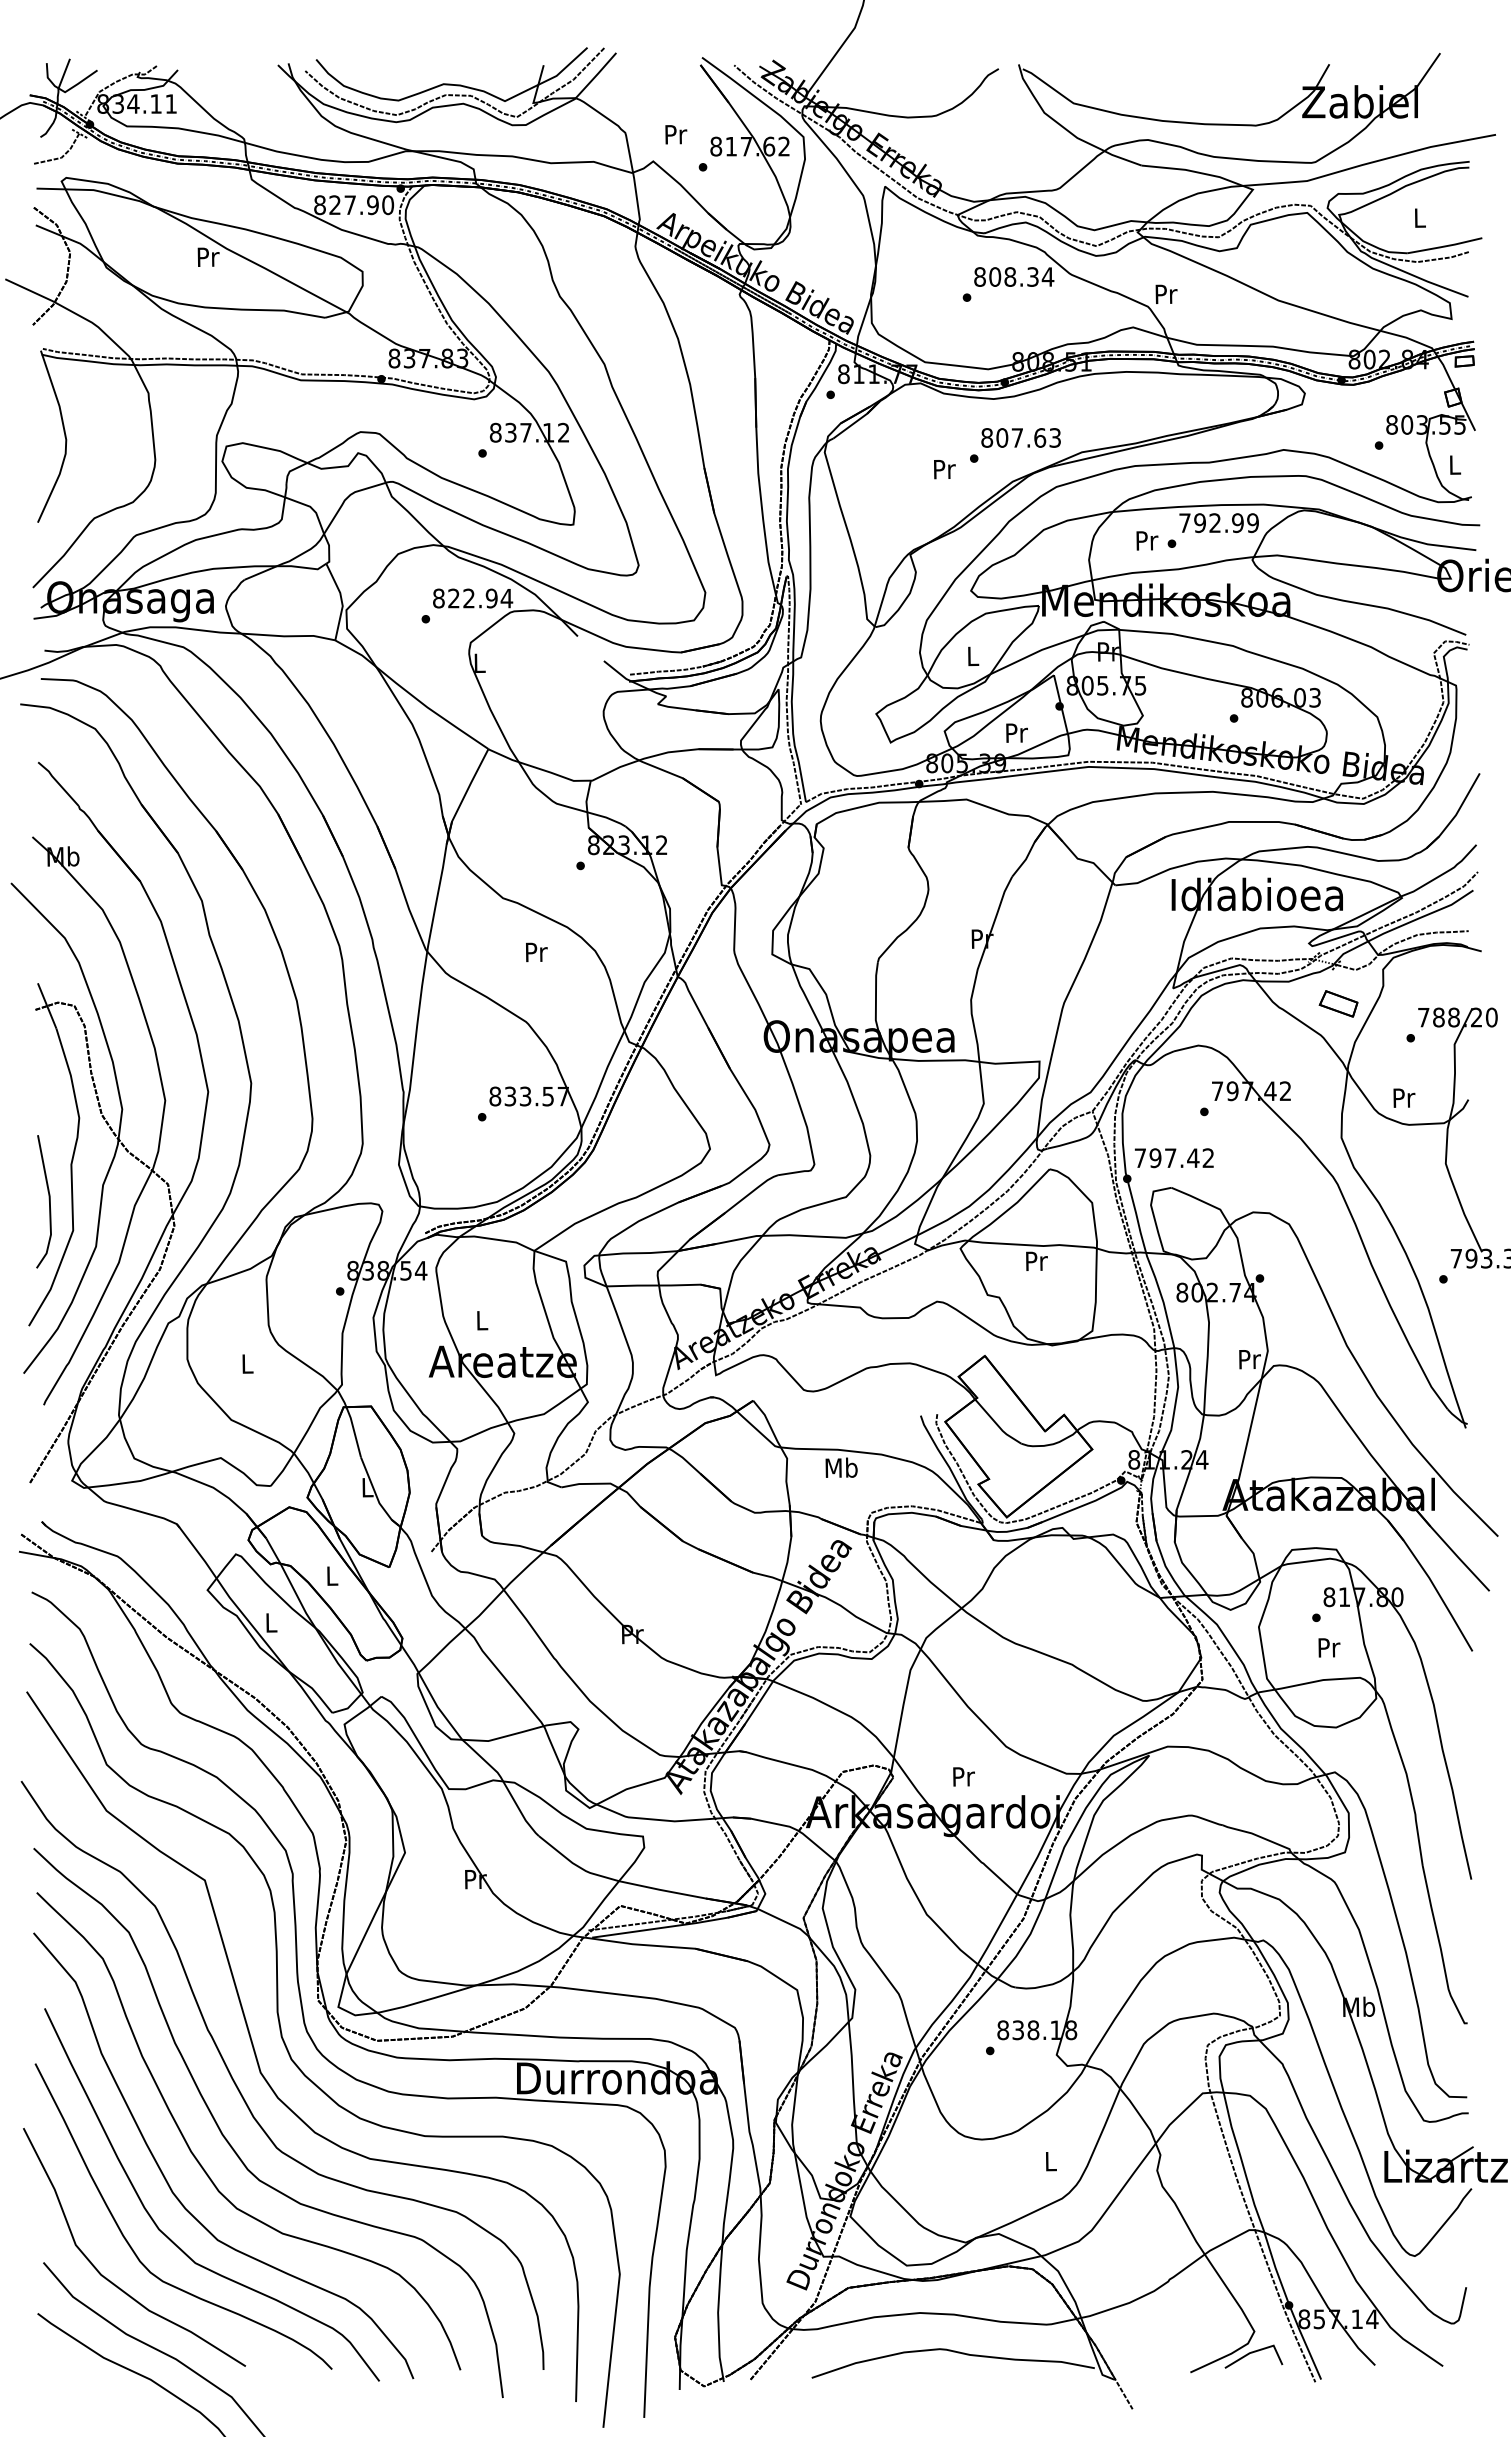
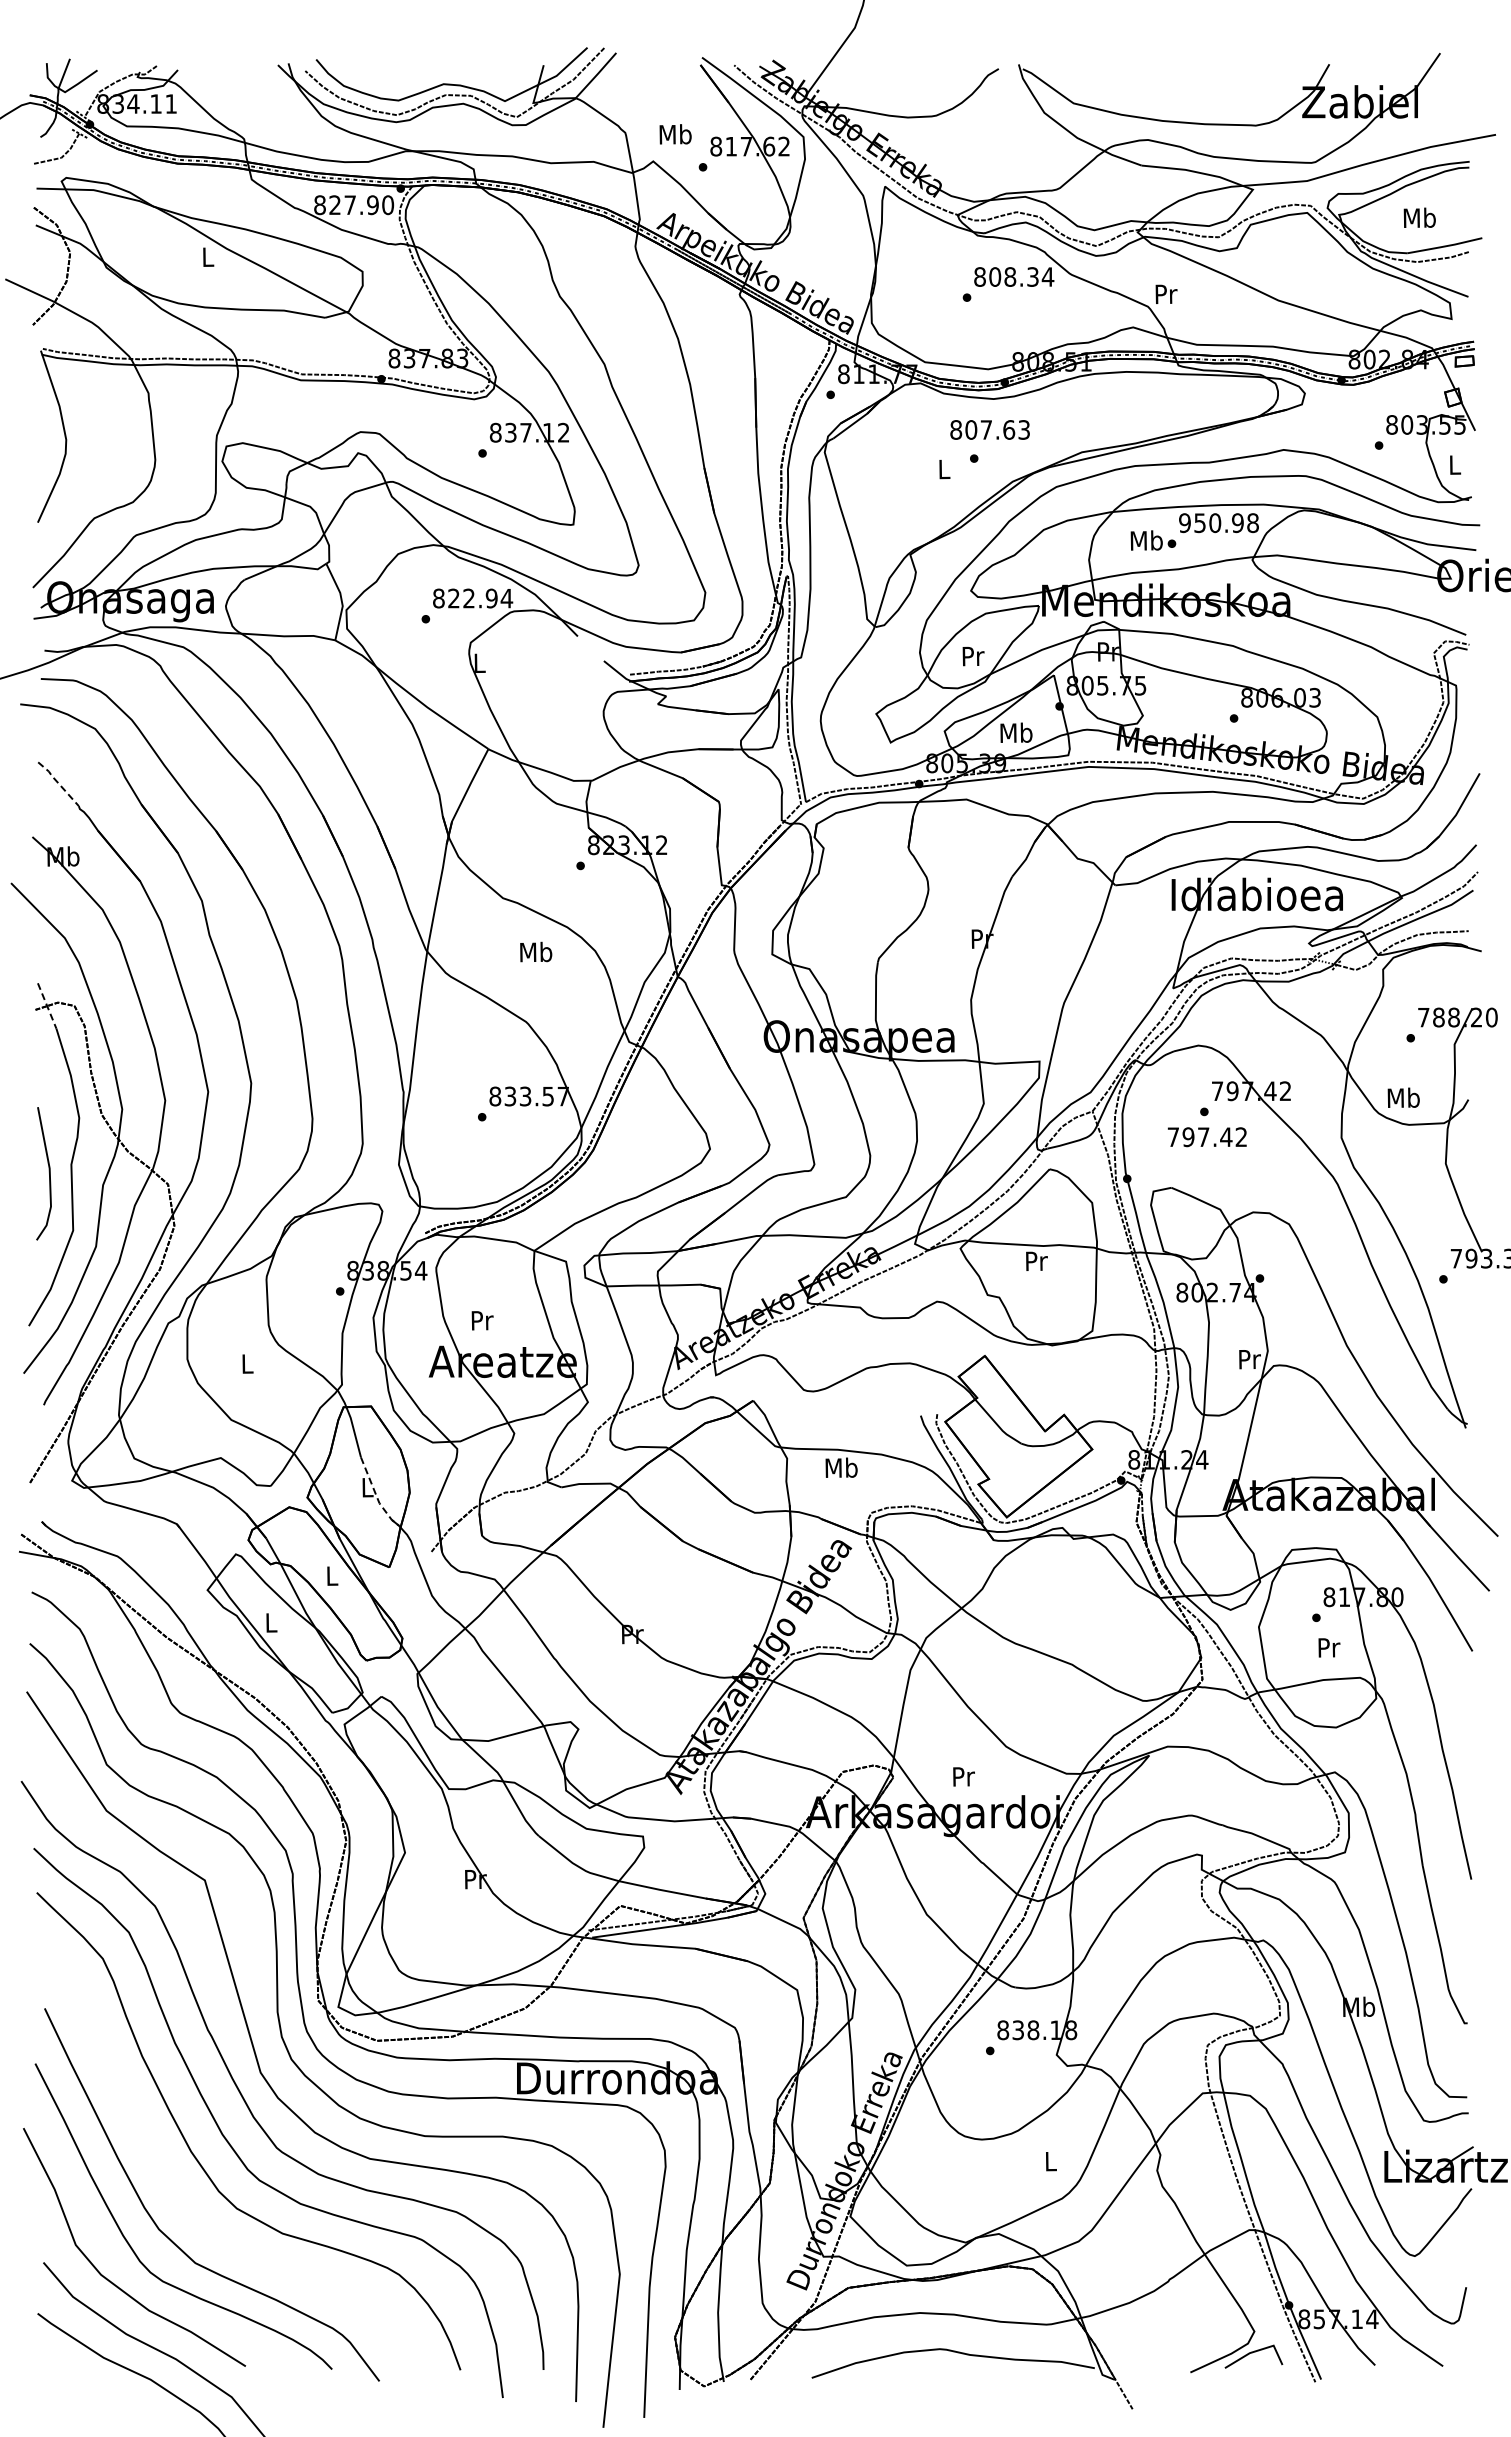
text at (675, 134): Pr -> Mb
text at (1419, 217): L -> Mb
text at (208, 256): Pr -> L
text at (1020, 437) position: (1020, 437) -> (989, 429)
text at (944, 469): Pr -> L
text at (1218, 523): 792.99 -> 950.98
text at (1146, 540): Pr -> Mb
text at (973, 656): L -> Pr
text at (1016, 732): Pr -> Mb
line at (57, 782): solid -> dashed
text at (536, 951): Pr -> Mb
part at (1338, 1003): present -> none
line at (47, 1006): solid -> dashed
text at (1403, 1097): Pr -> Mb
text at (1173, 1158) position: (1173, 1158) -> (1206, 1137)
line at (48, 1200) position: (48, 1200) -> (48, 1172)
text at (482, 1320): L -> Pr
line at (376, 1496): solid -> dashed
curve at (168, 2182): present -> none
